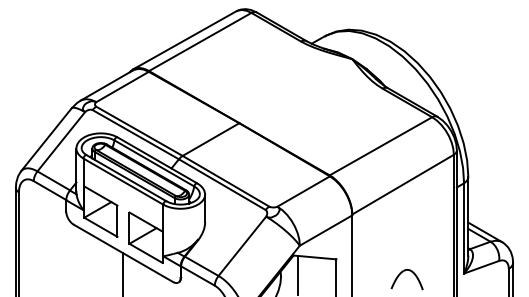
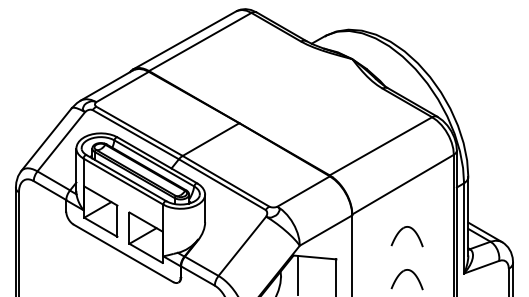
part at (403, 229): none -> present
line at (123, 273): present -> none
